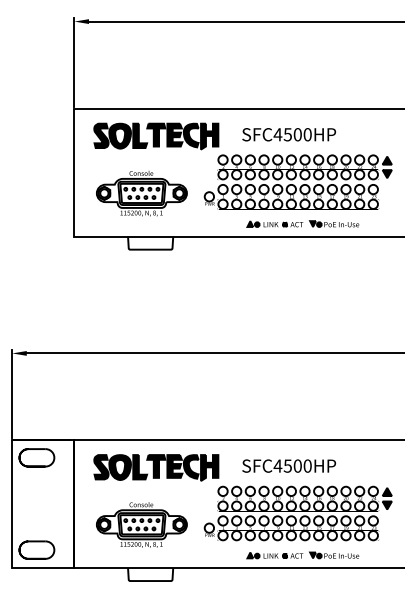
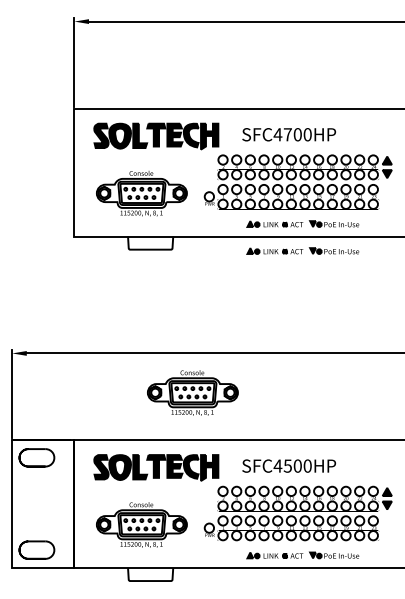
text at (287, 134): SFC4500HP -> SFC4700HP
part at (302, 250): none -> present
part at (192, 392): none -> present
